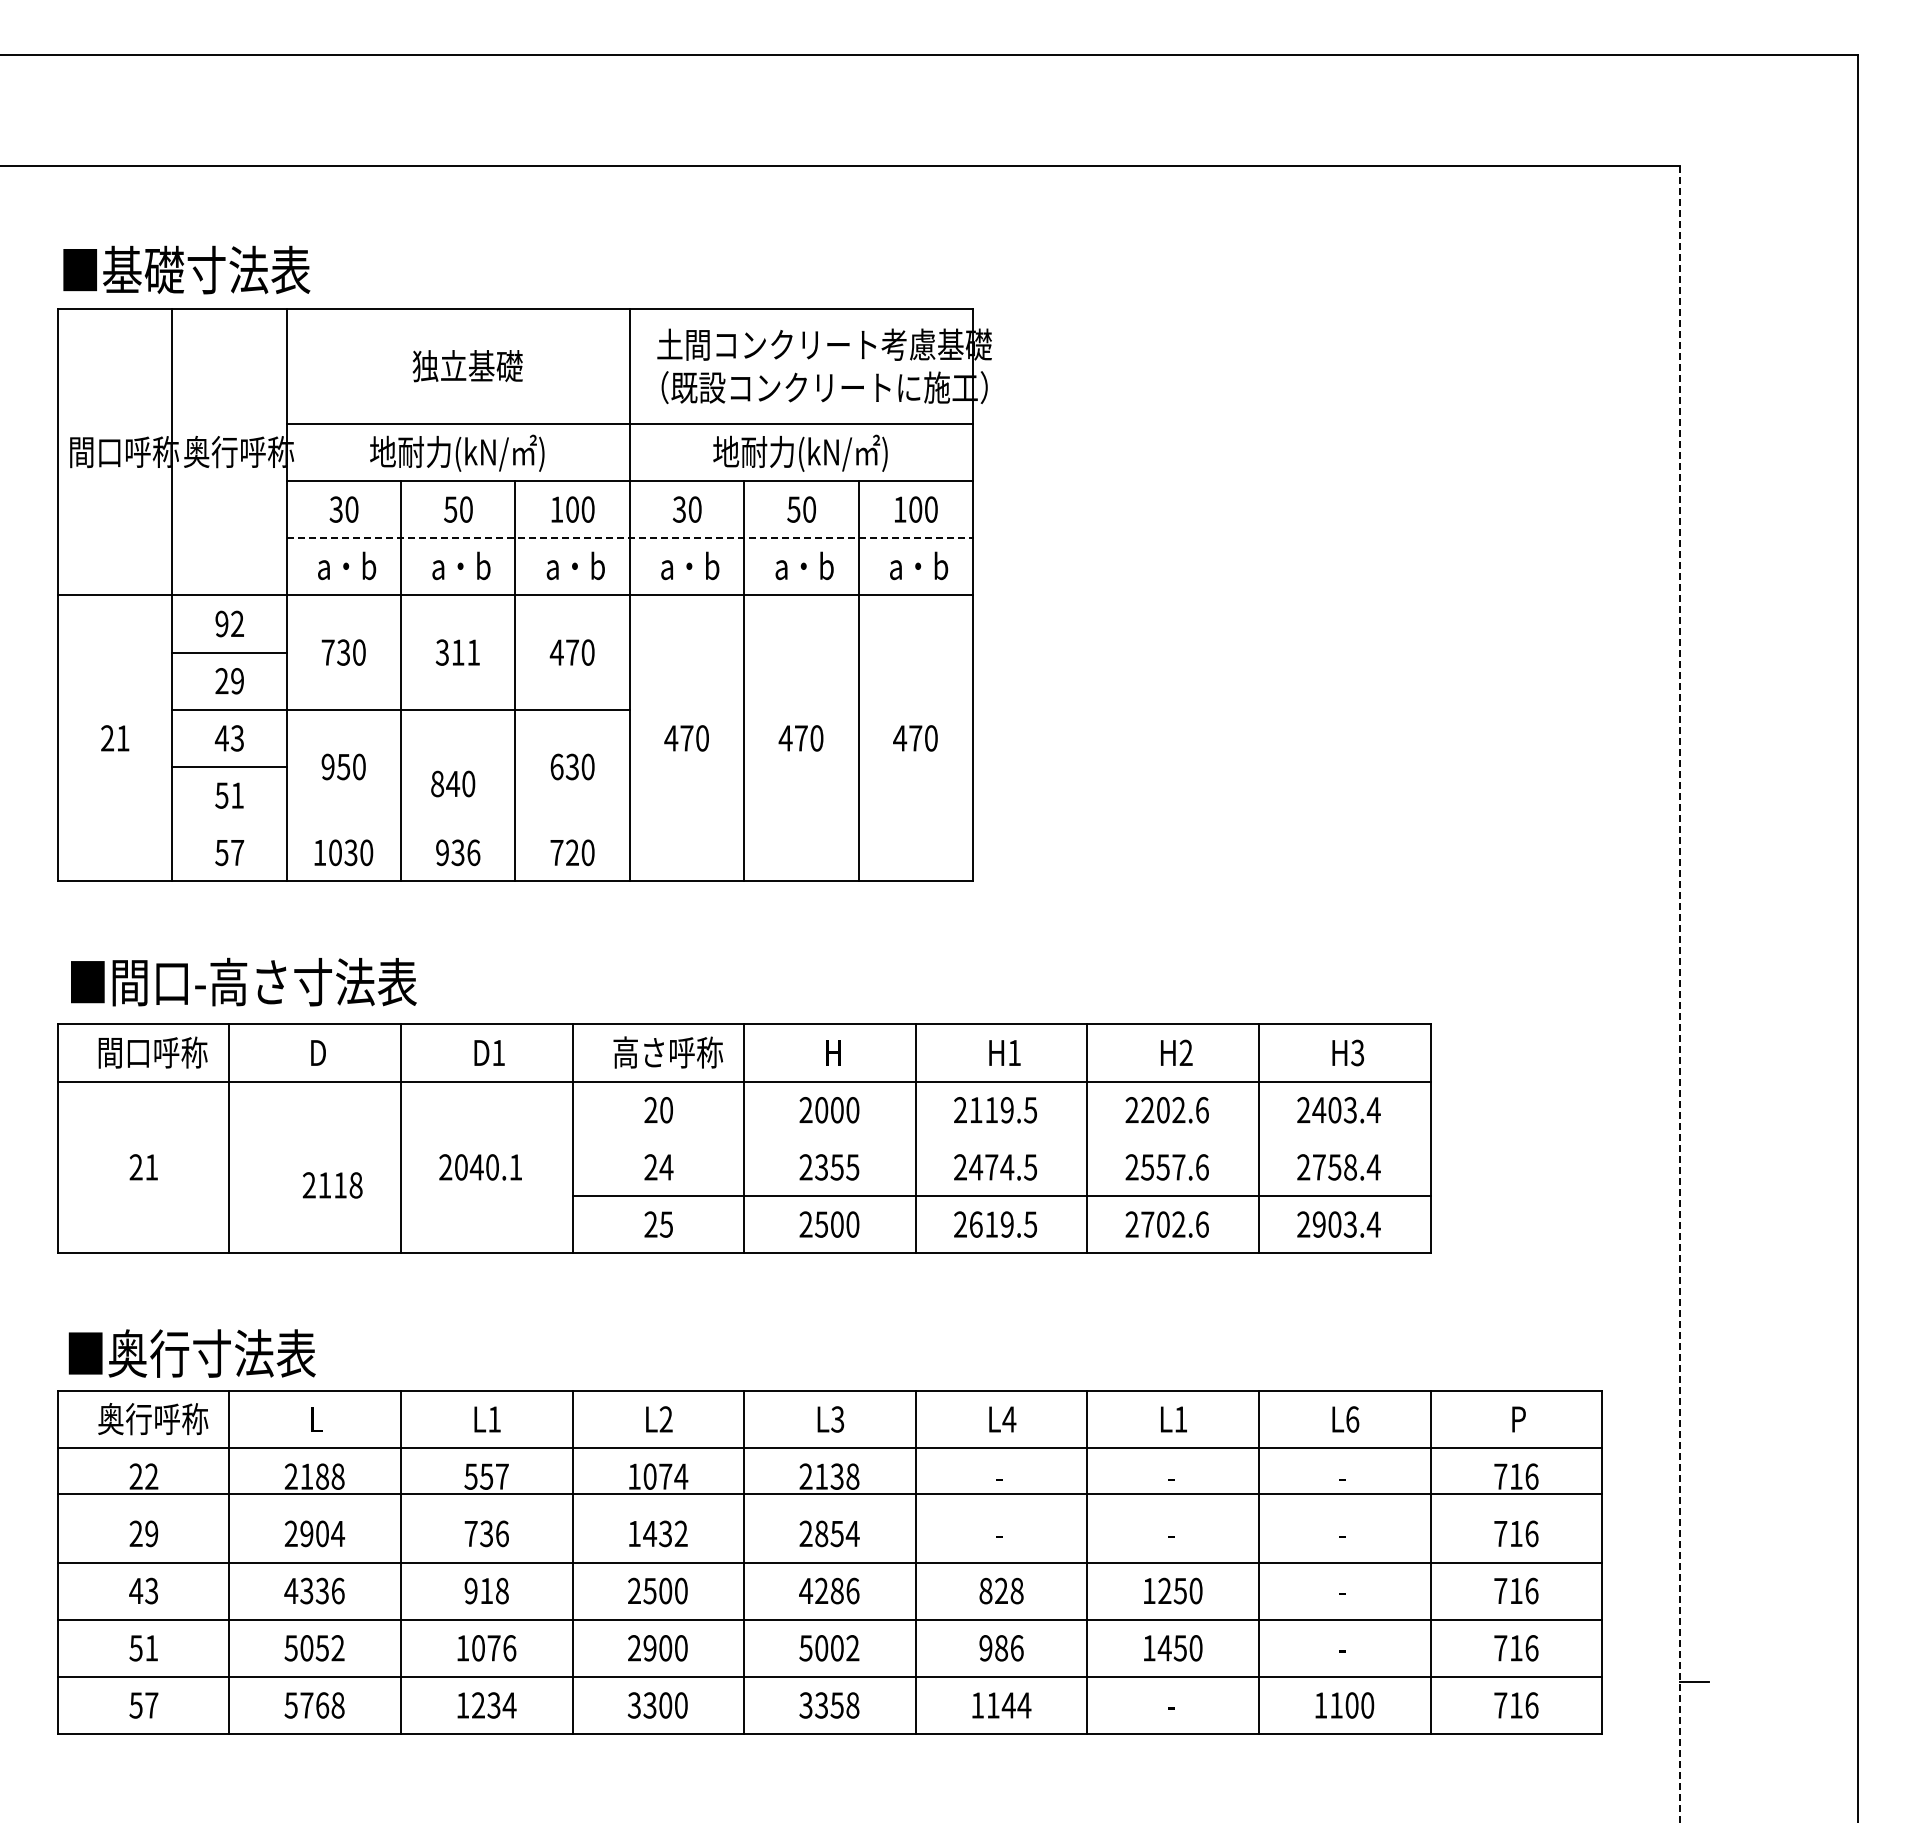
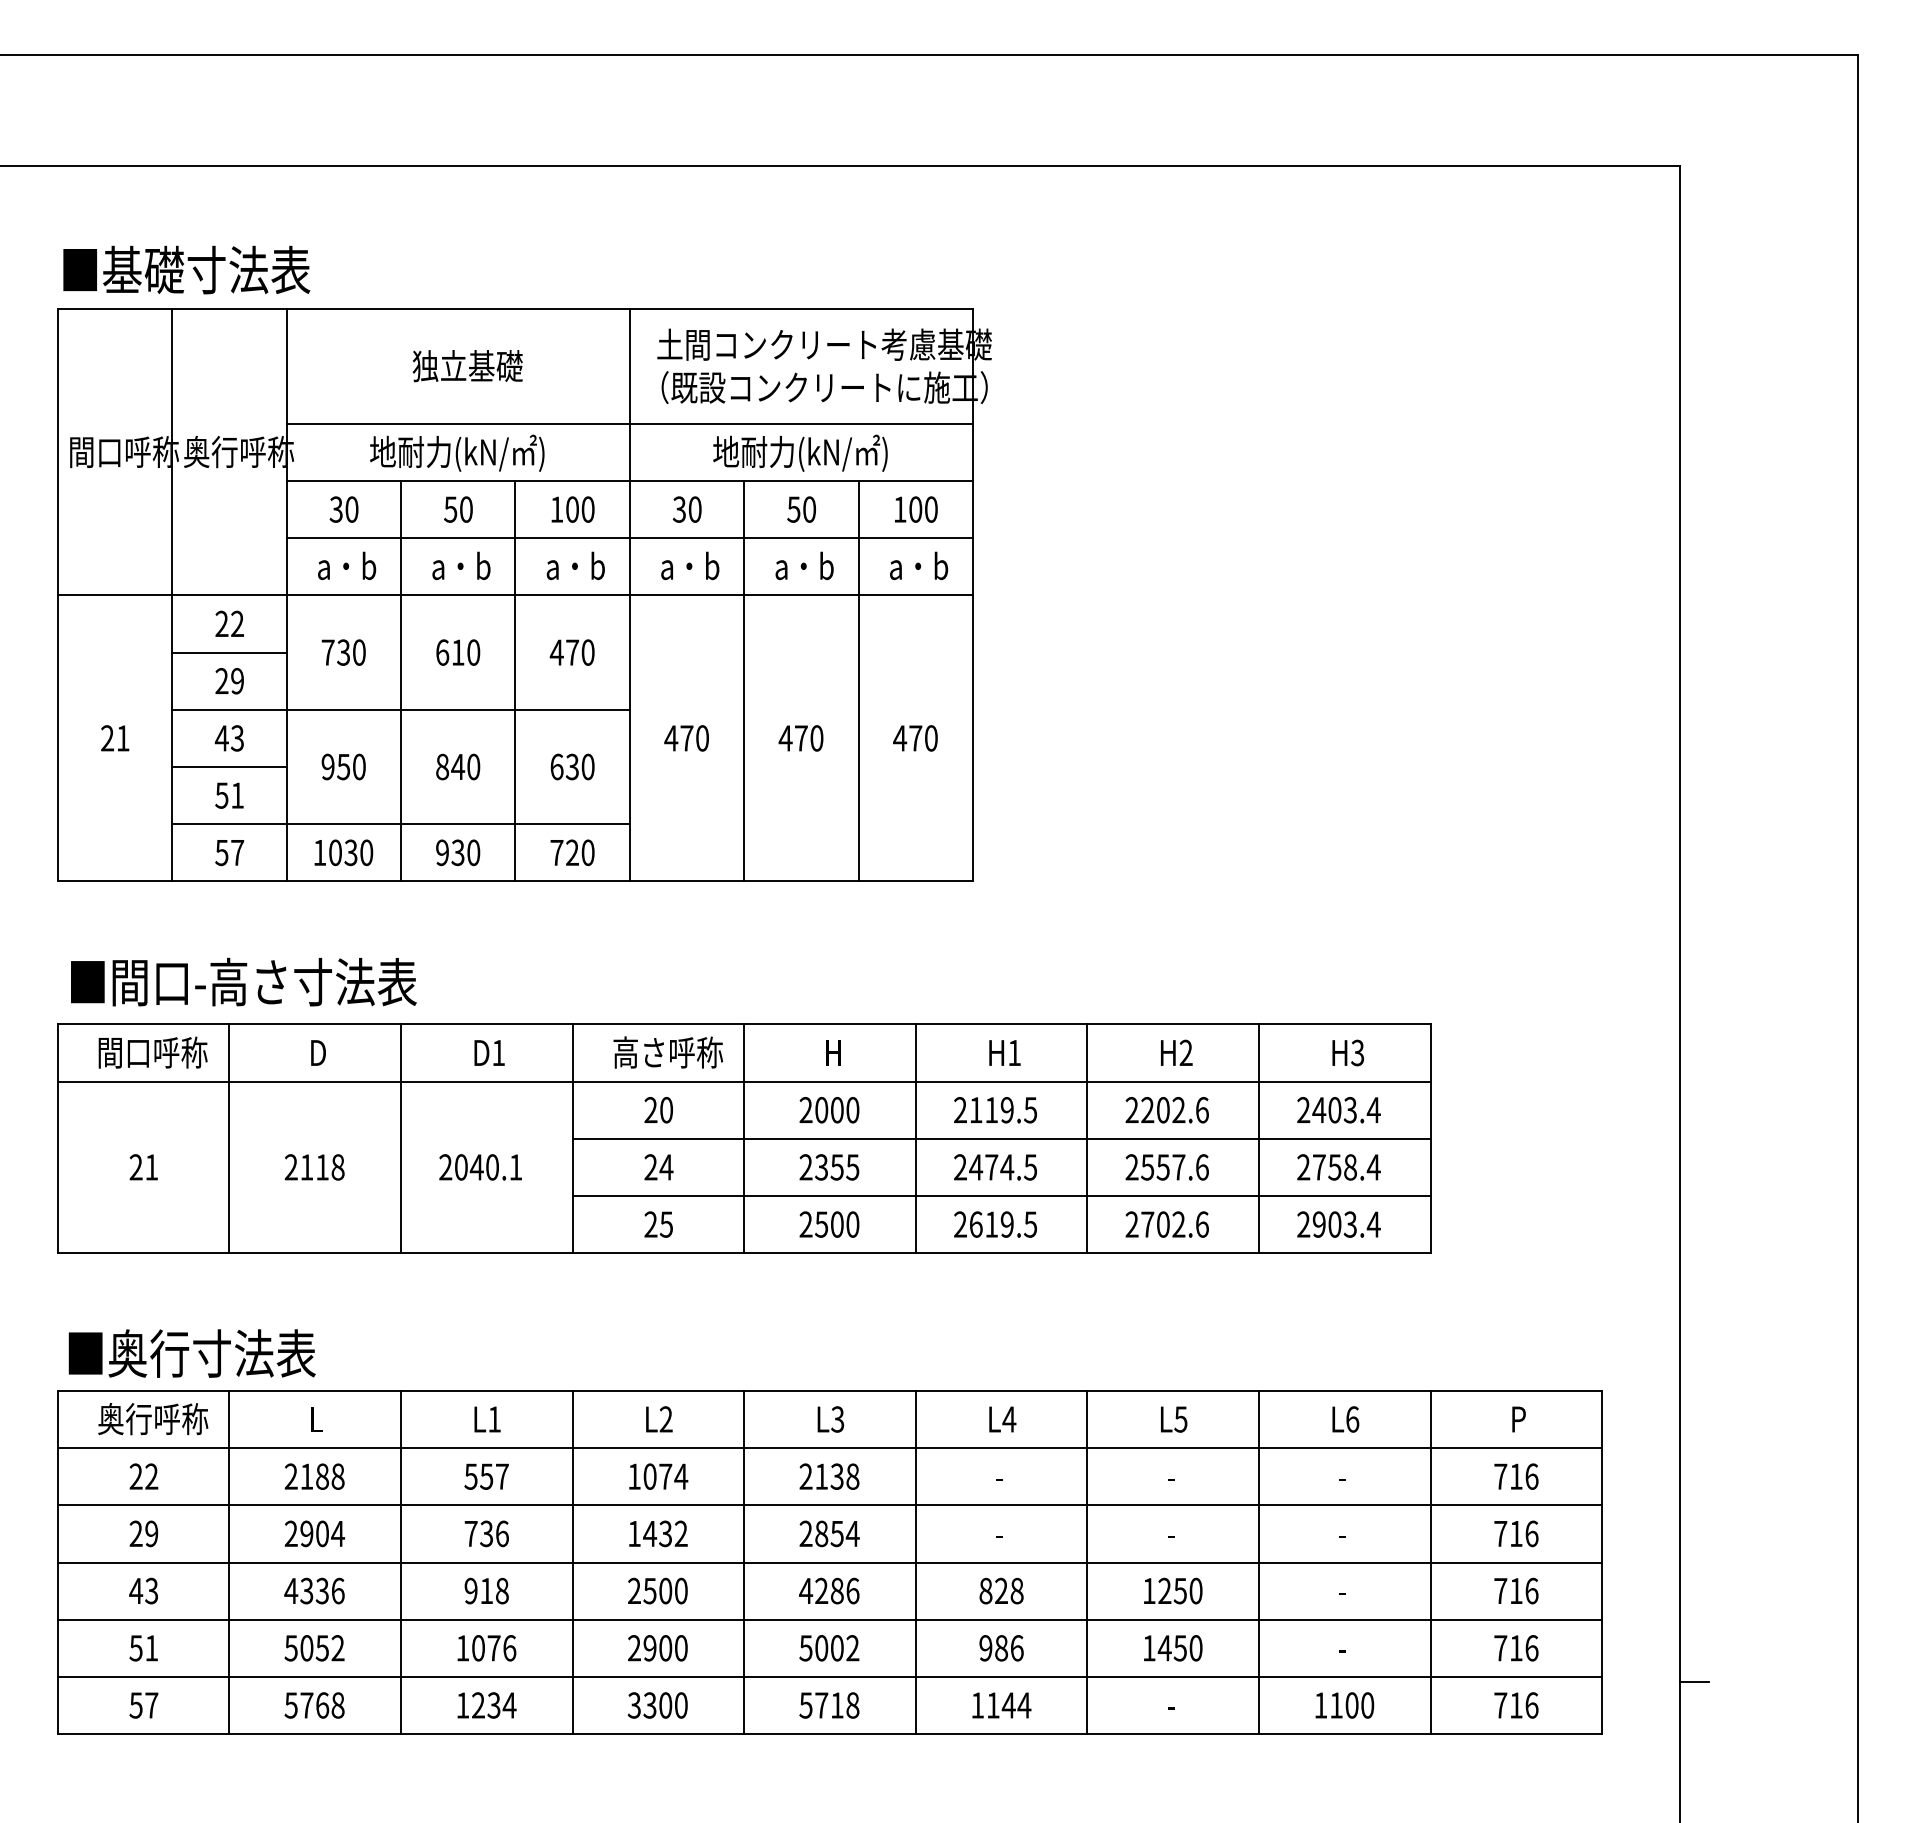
line at (630, 538): dashed -> solid
text at (221, 624): 92 -> 22
text at (457, 652): 311 -> 610
text at (453, 783) position: (453, 783) -> (458, 766)
line at (400, 824): none -> present
text at (473, 852): 936 -> 930
line at (1680, 994): dashed -> solid
line at (1001, 1138): none -> present
text at (332, 1185) position: (332, 1185) -> (314, 1167)
text at (1180, 1419): L1 -> L5
line at (829, 1494) position: (829, 1494) -> (829, 1505)
text at (821, 1705): 3358 -> 5718
